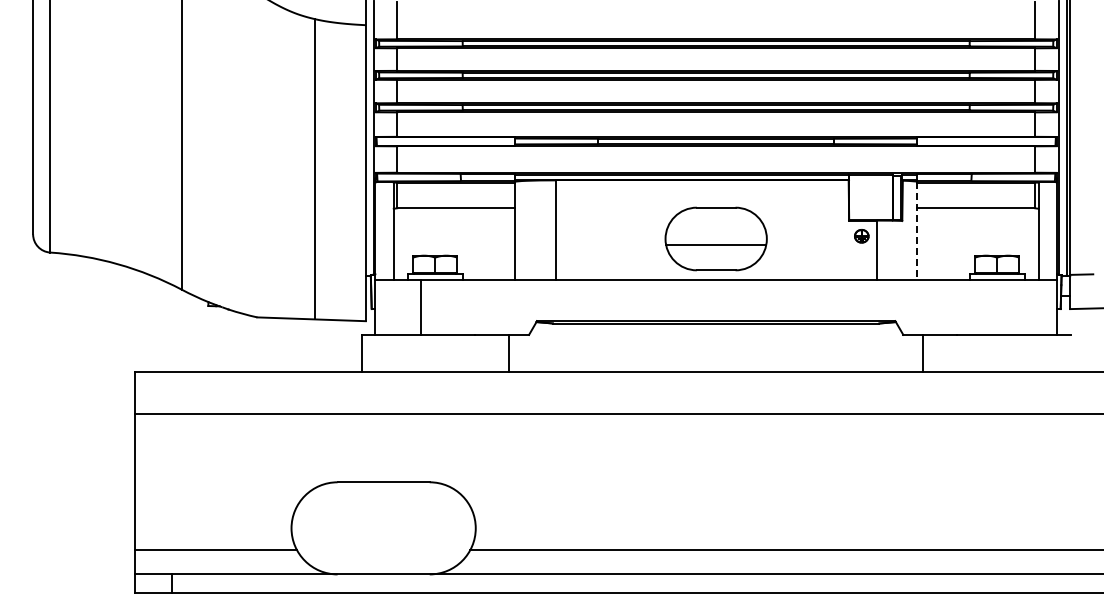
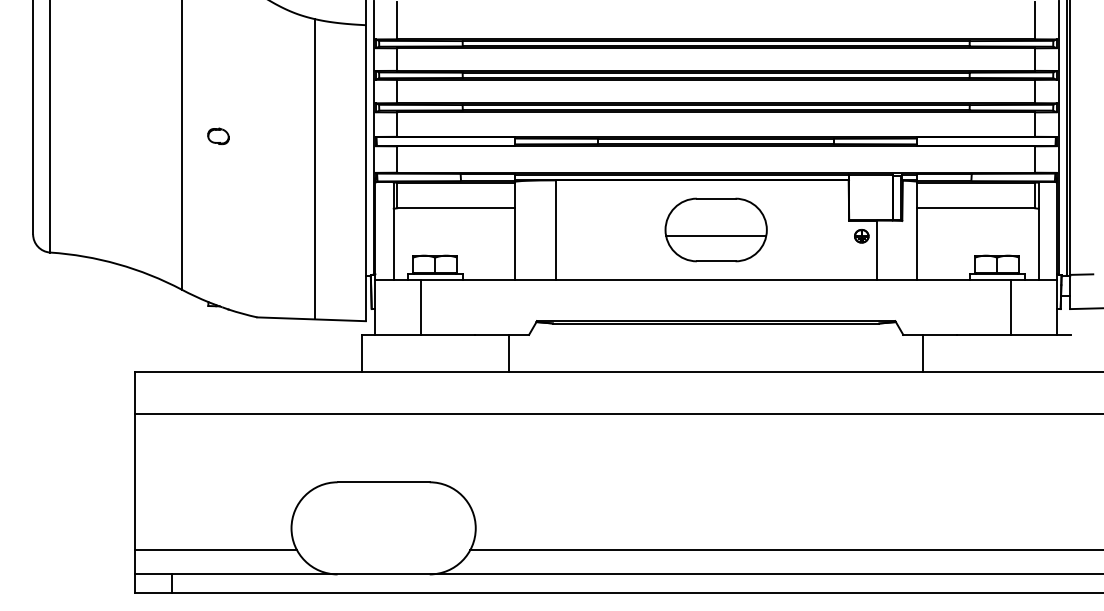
part at (218, 136): none -> present
line at (917, 230): dashed -> solid
part at (715, 238) position: (715, 238) -> (715, 229)
line at (1010, 306): none -> present
